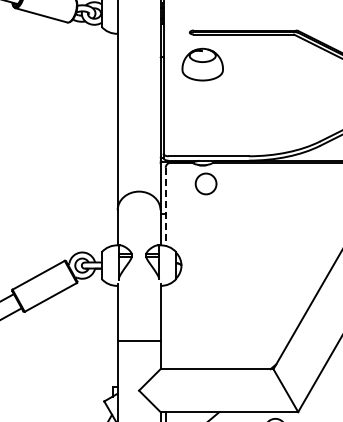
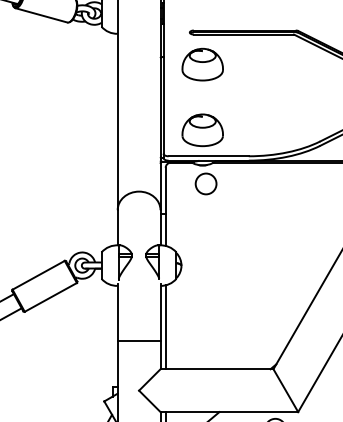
part at (202, 130): none -> present
line at (165, 207): dashed -> solid
line at (165, 327): none -> present
